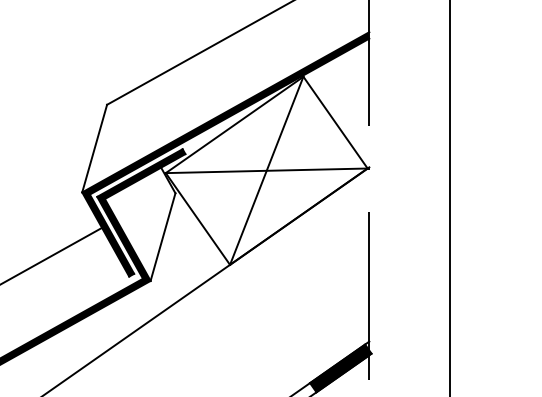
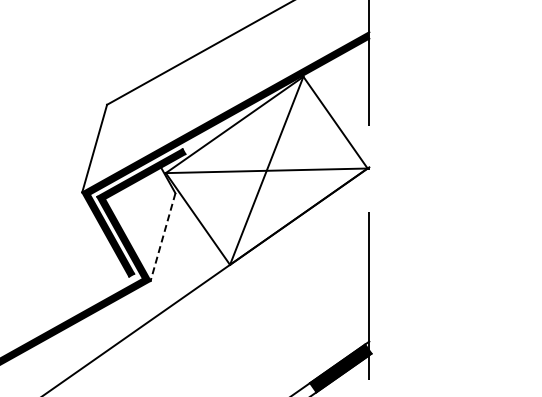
line at (450, 197): present -> none
line at (163, 237): solid -> dashed
line at (51, 255): present -> none
